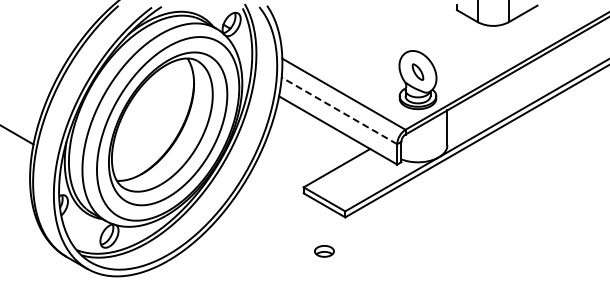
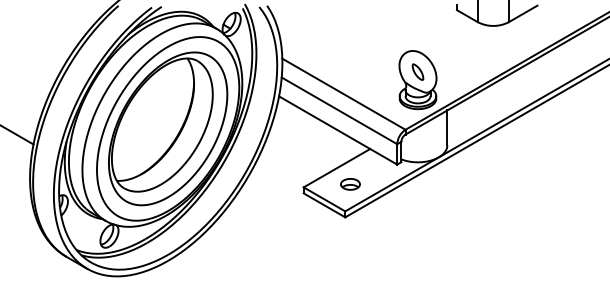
line at (339, 110): dashed -> solid
part at (324, 251) position: (324, 251) -> (350, 184)
